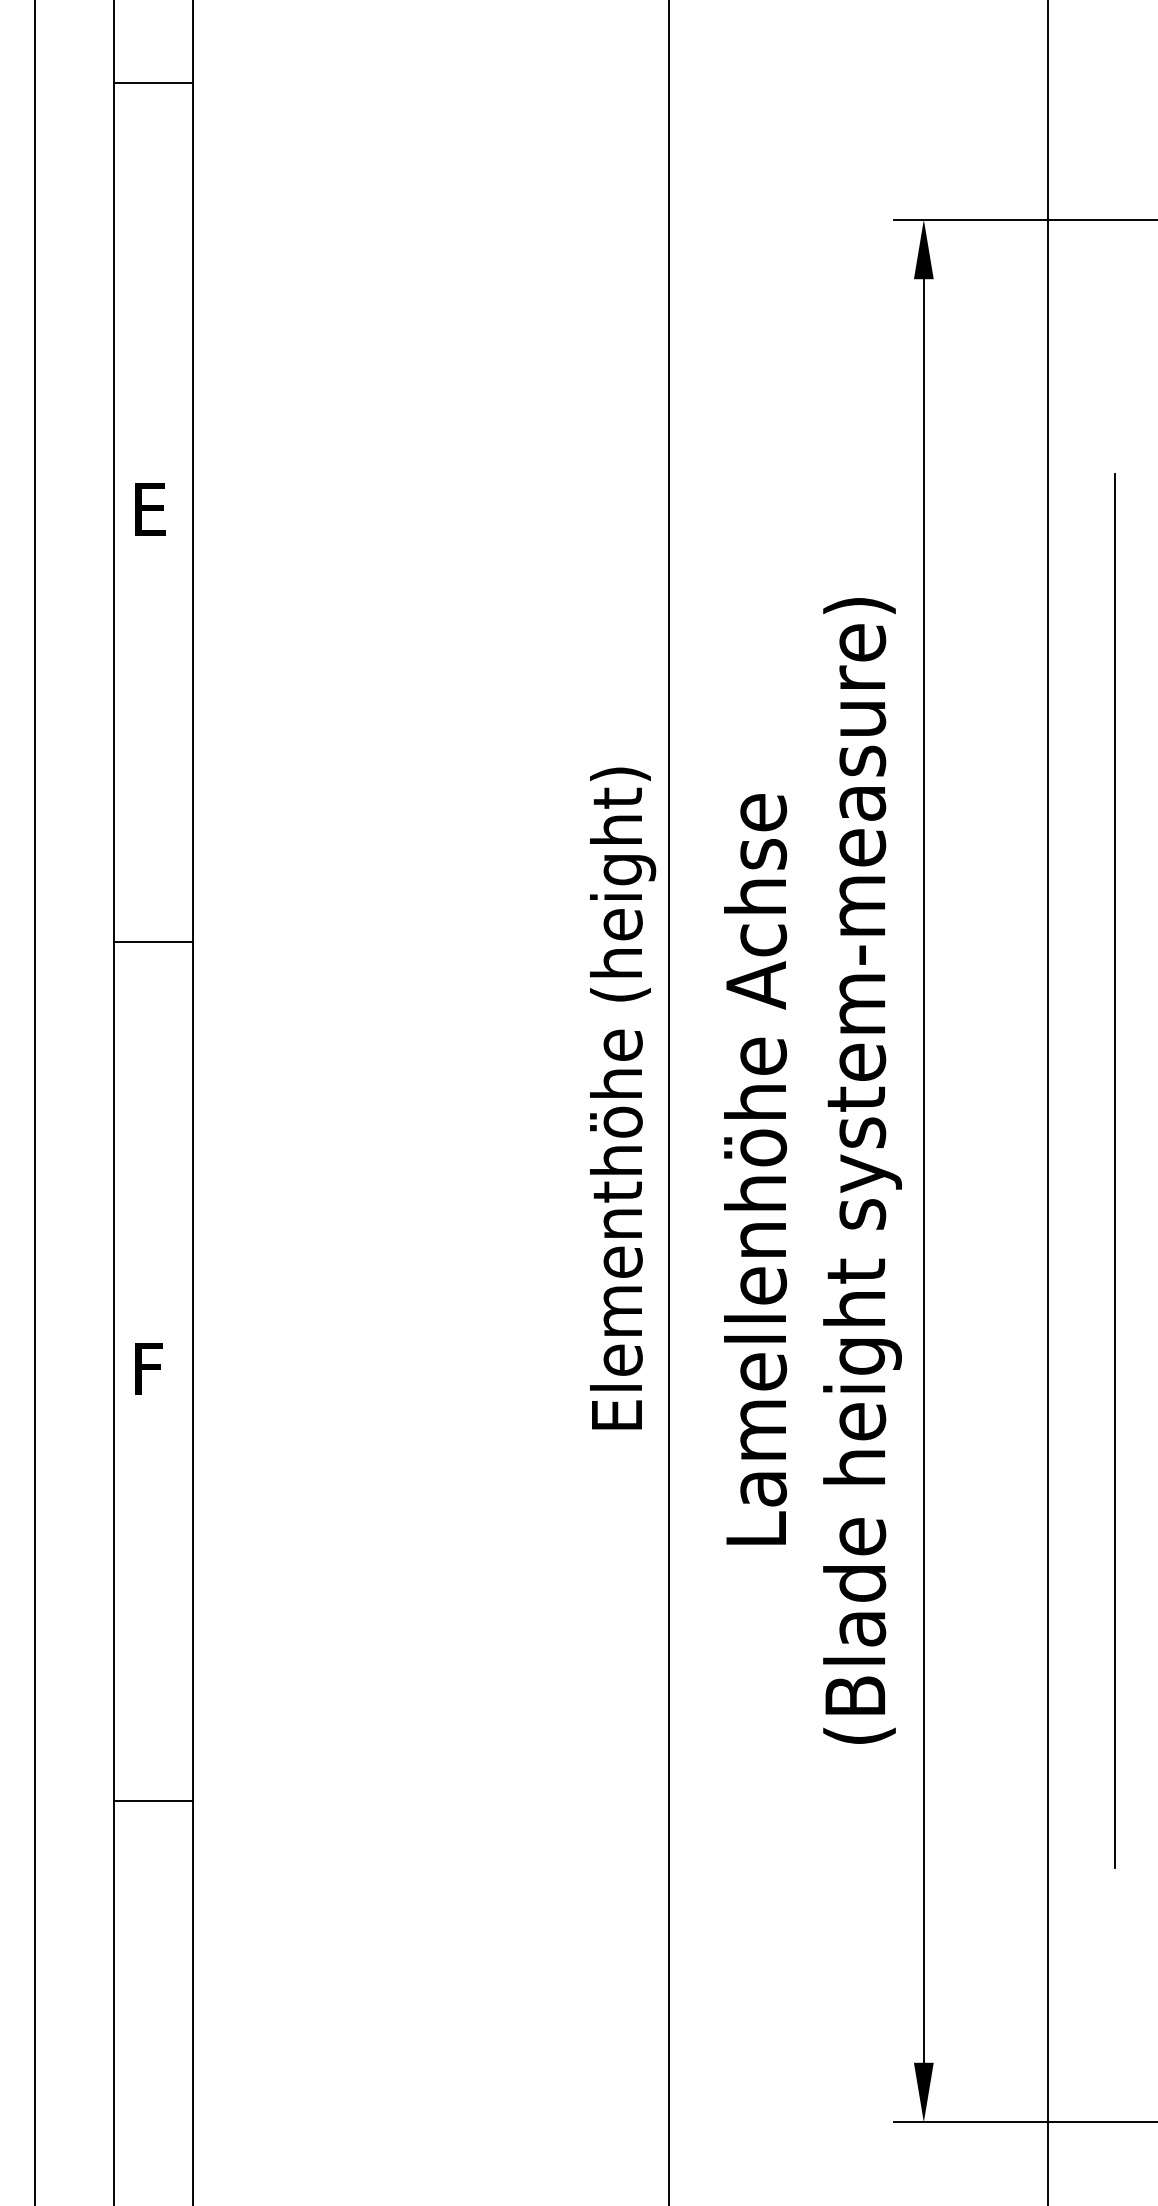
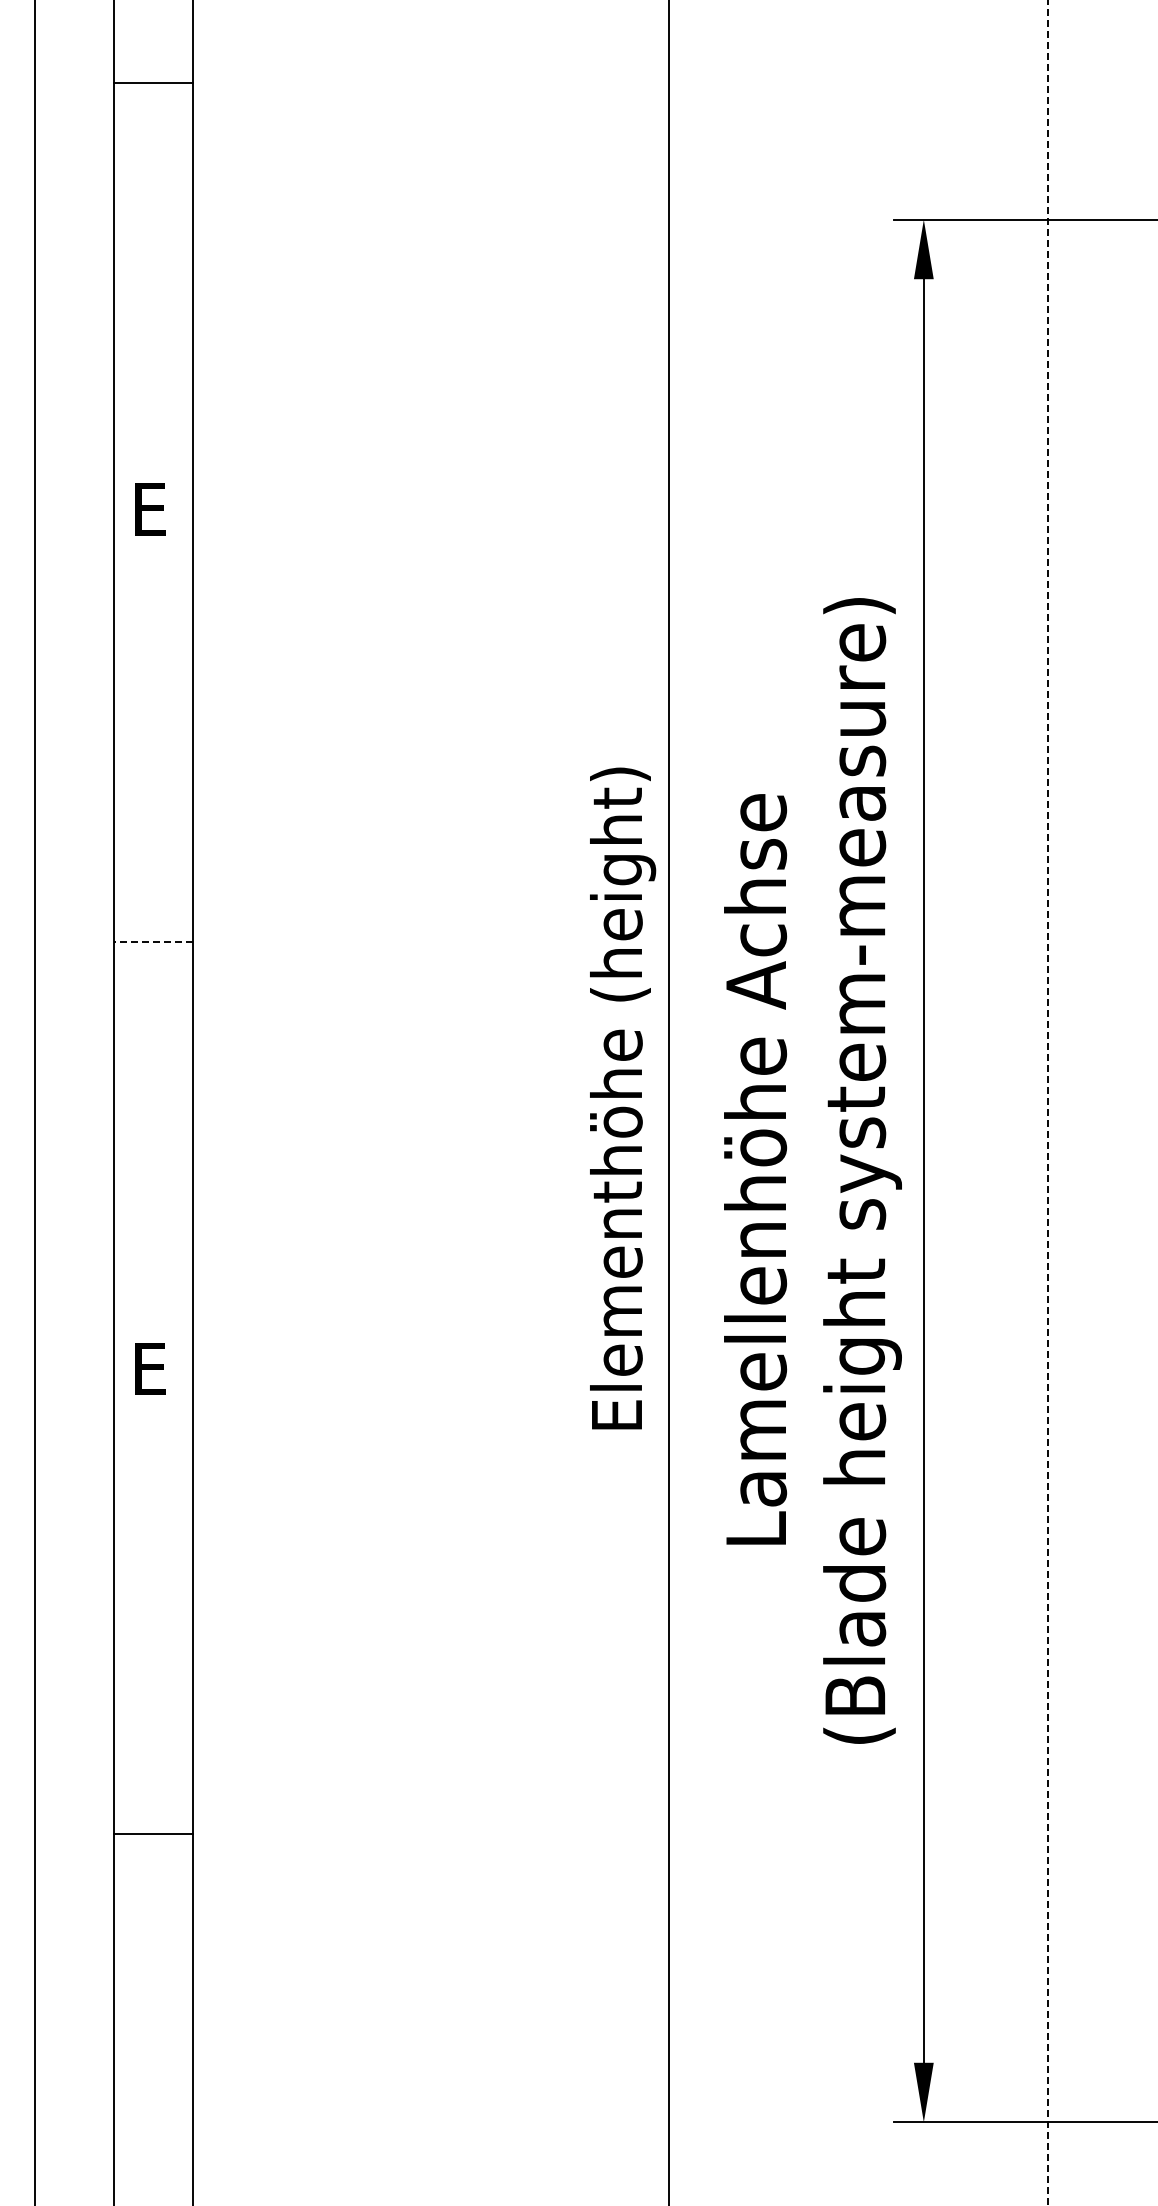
line at (153, 941): solid -> dashed
line at (1048, 1103): solid -> dashed
line at (1114, 1170): present -> none
text at (153, 1368): F -> E
line at (153, 1801) position: (153, 1801) -> (153, 1834)
